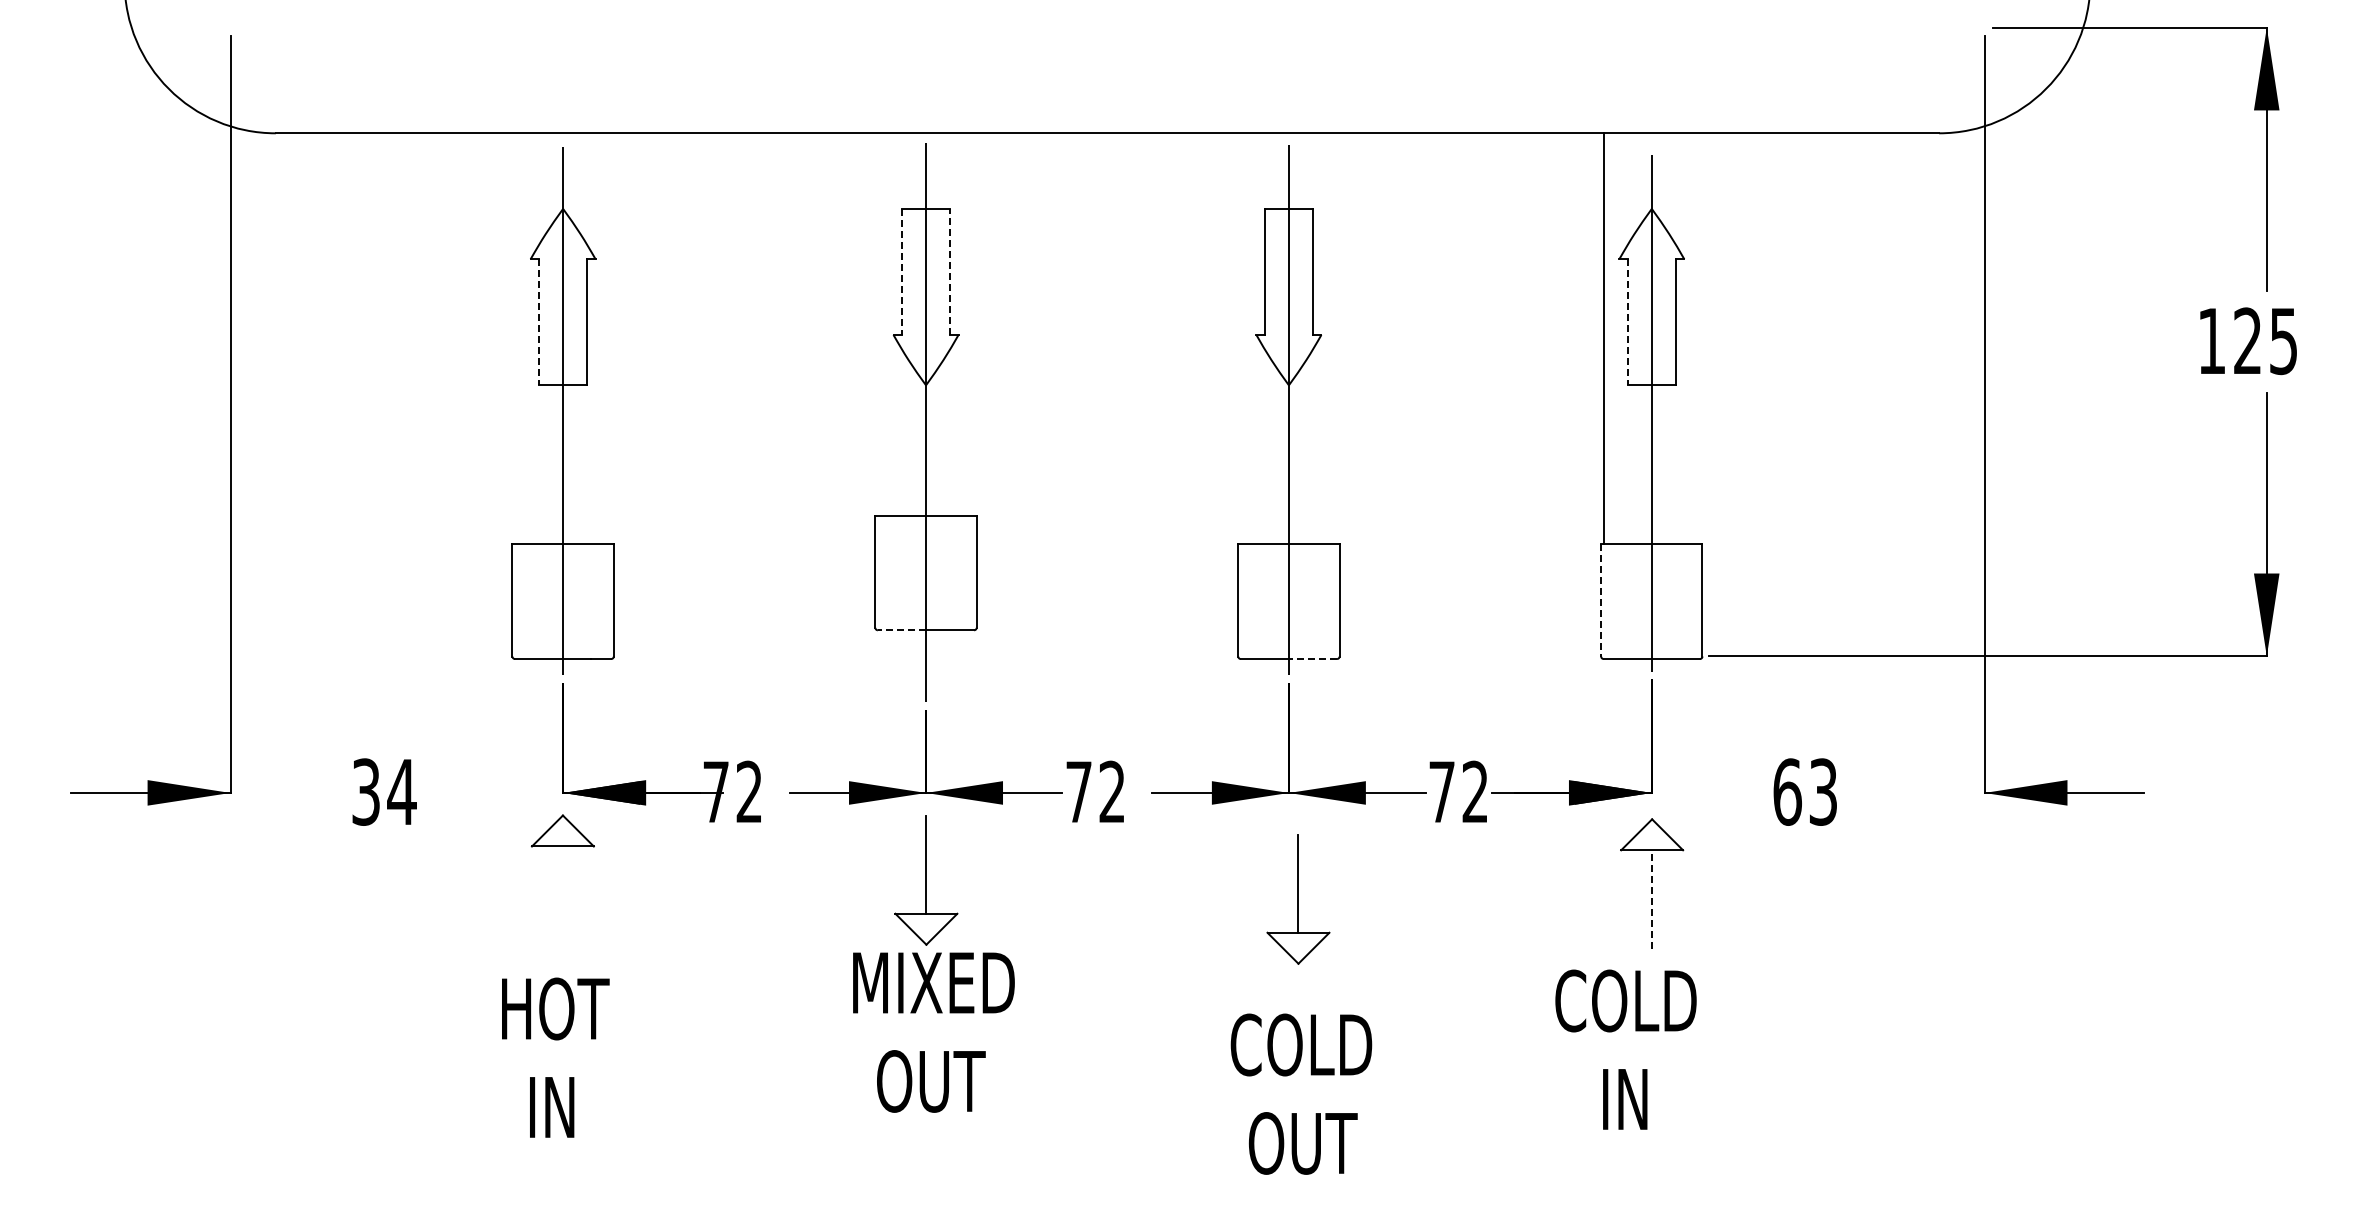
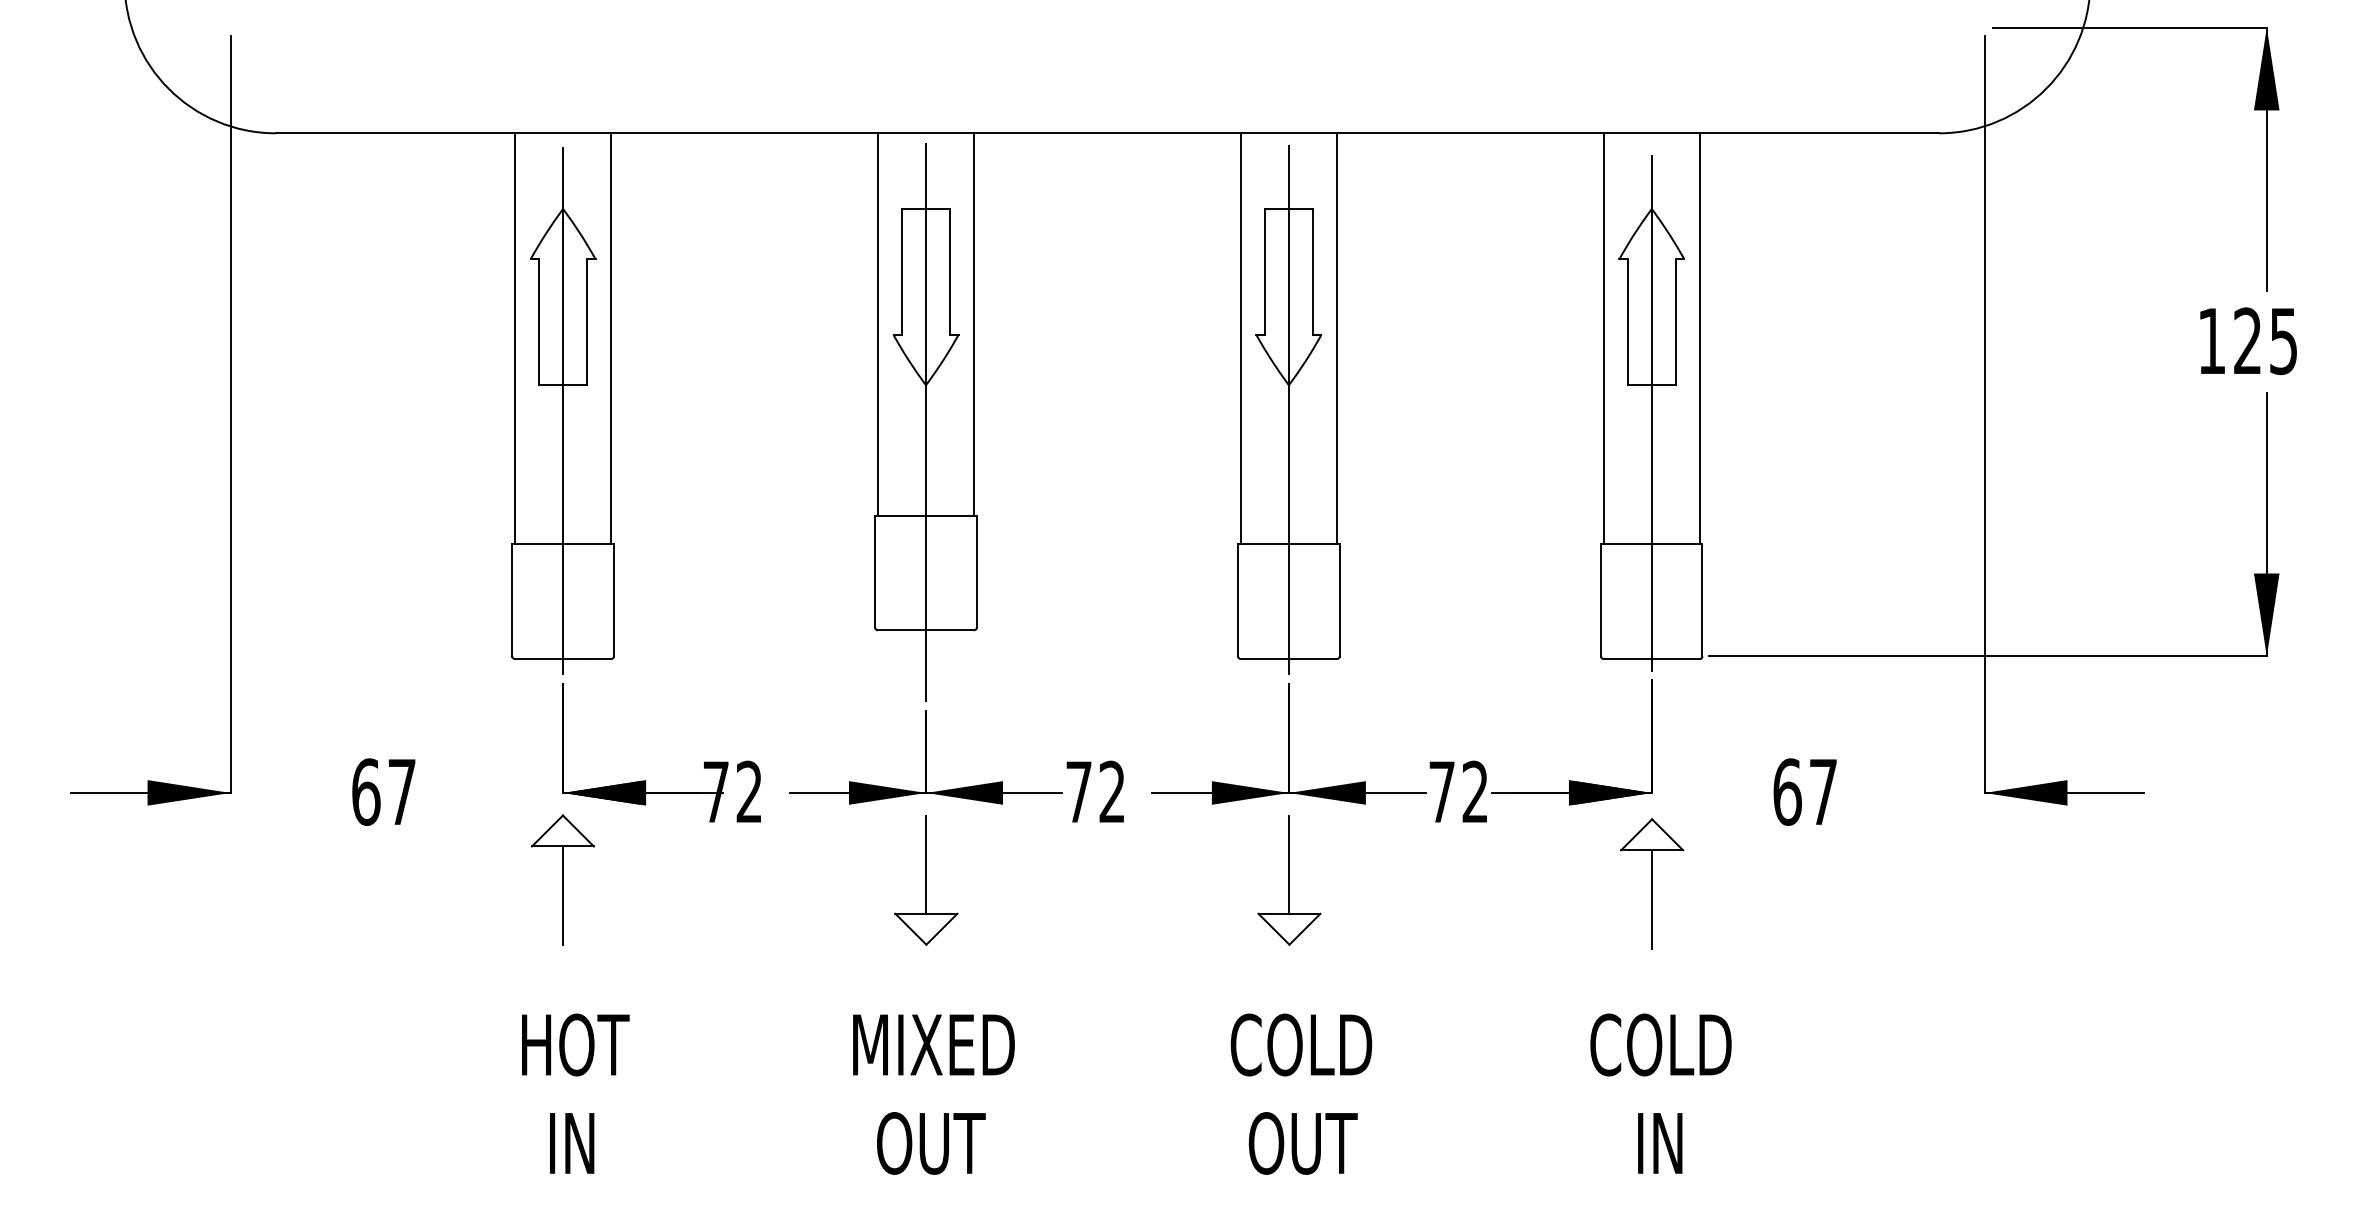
line at (950, 271): dashed -> solid
line at (901, 272): dashed -> solid
line at (538, 322): dashed -> solid
line at (1627, 322): dashed -> solid
line at (877, 324): none -> present
line at (974, 324): none -> present
line at (514, 338): none -> present
line at (611, 338): none -> present
line at (1240, 338): none -> present
line at (1337, 338): none -> present
line at (1699, 338): none -> present
line at (1601, 600): dashed -> solid
line at (901, 630): dashed -> solid
line at (1312, 659): dashed -> solid
text at (384, 791): 34 -> 67
text at (1822, 791): 63 -> 67
line at (562, 895): none -> present
line at (1652, 898): dashed -> solid
part at (1298, 899) position: (1298, 899) -> (1289, 880)
text at (933, 1032) position: (933, 1032) -> (933, 1094)
text at (1625, 1049) position: (1625, 1049) -> (1660, 1093)
text at (555, 1057) position: (555, 1057) -> (575, 1093)
